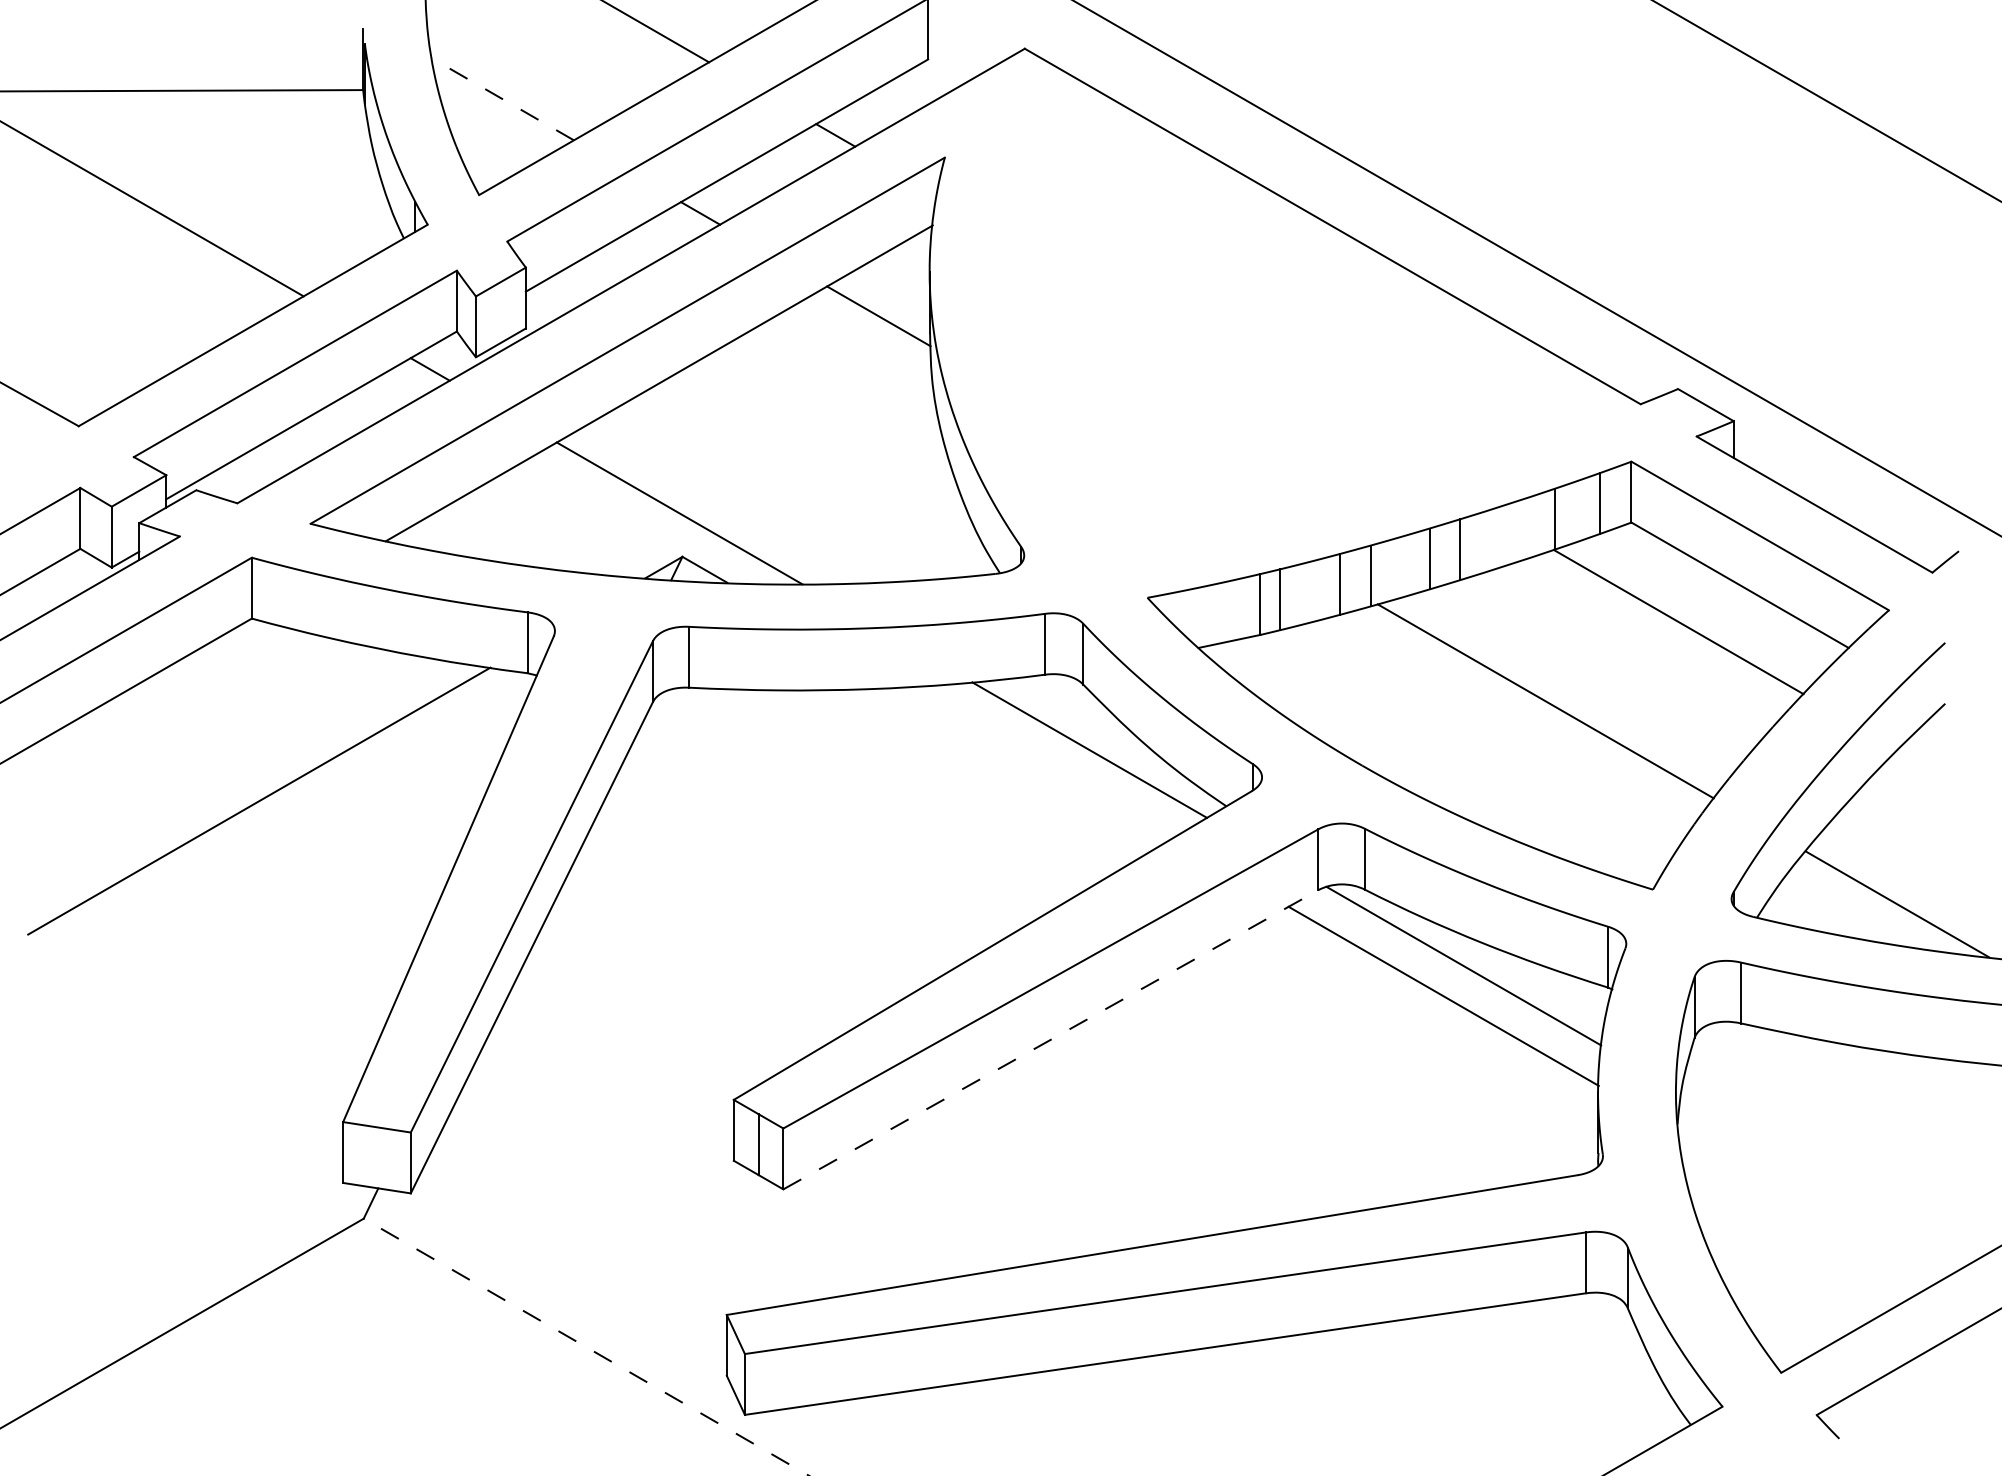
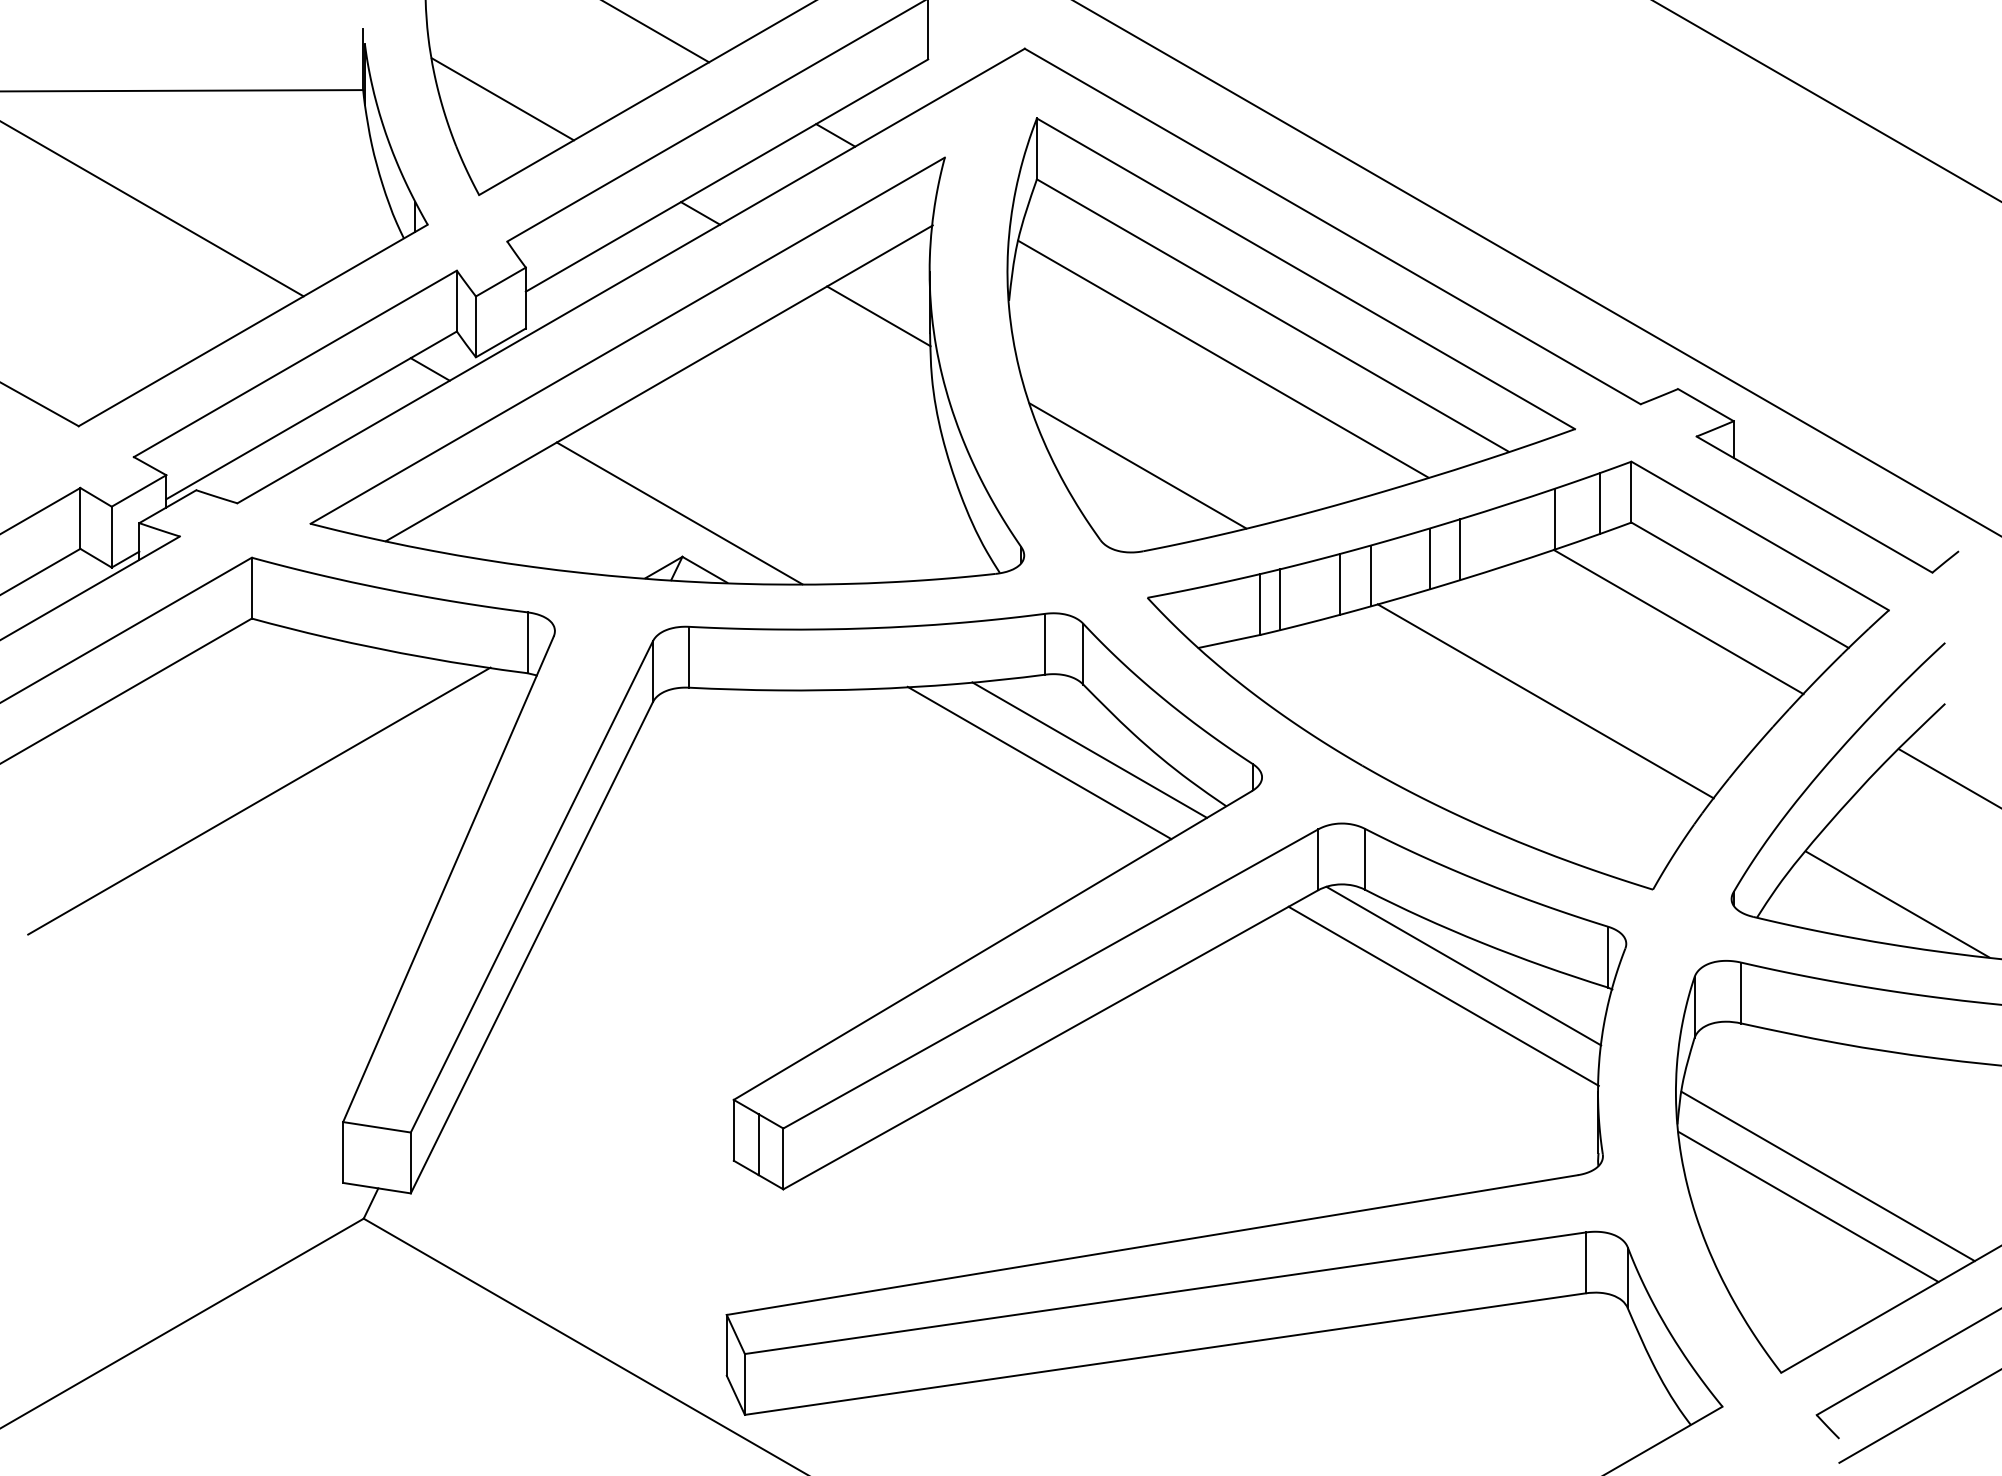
line at (502, 99): dashed -> solid
part at (1290, 335): none -> present
line at (1039, 762): none -> present
line at (1948, 777): none -> present
line at (1051, 1039): dashed -> solid
line at (1827, 1176): none -> present
line at (1808, 1206): none -> present
line at (586, 1347): dashed -> solid
line at (1918, 1416): none -> present
